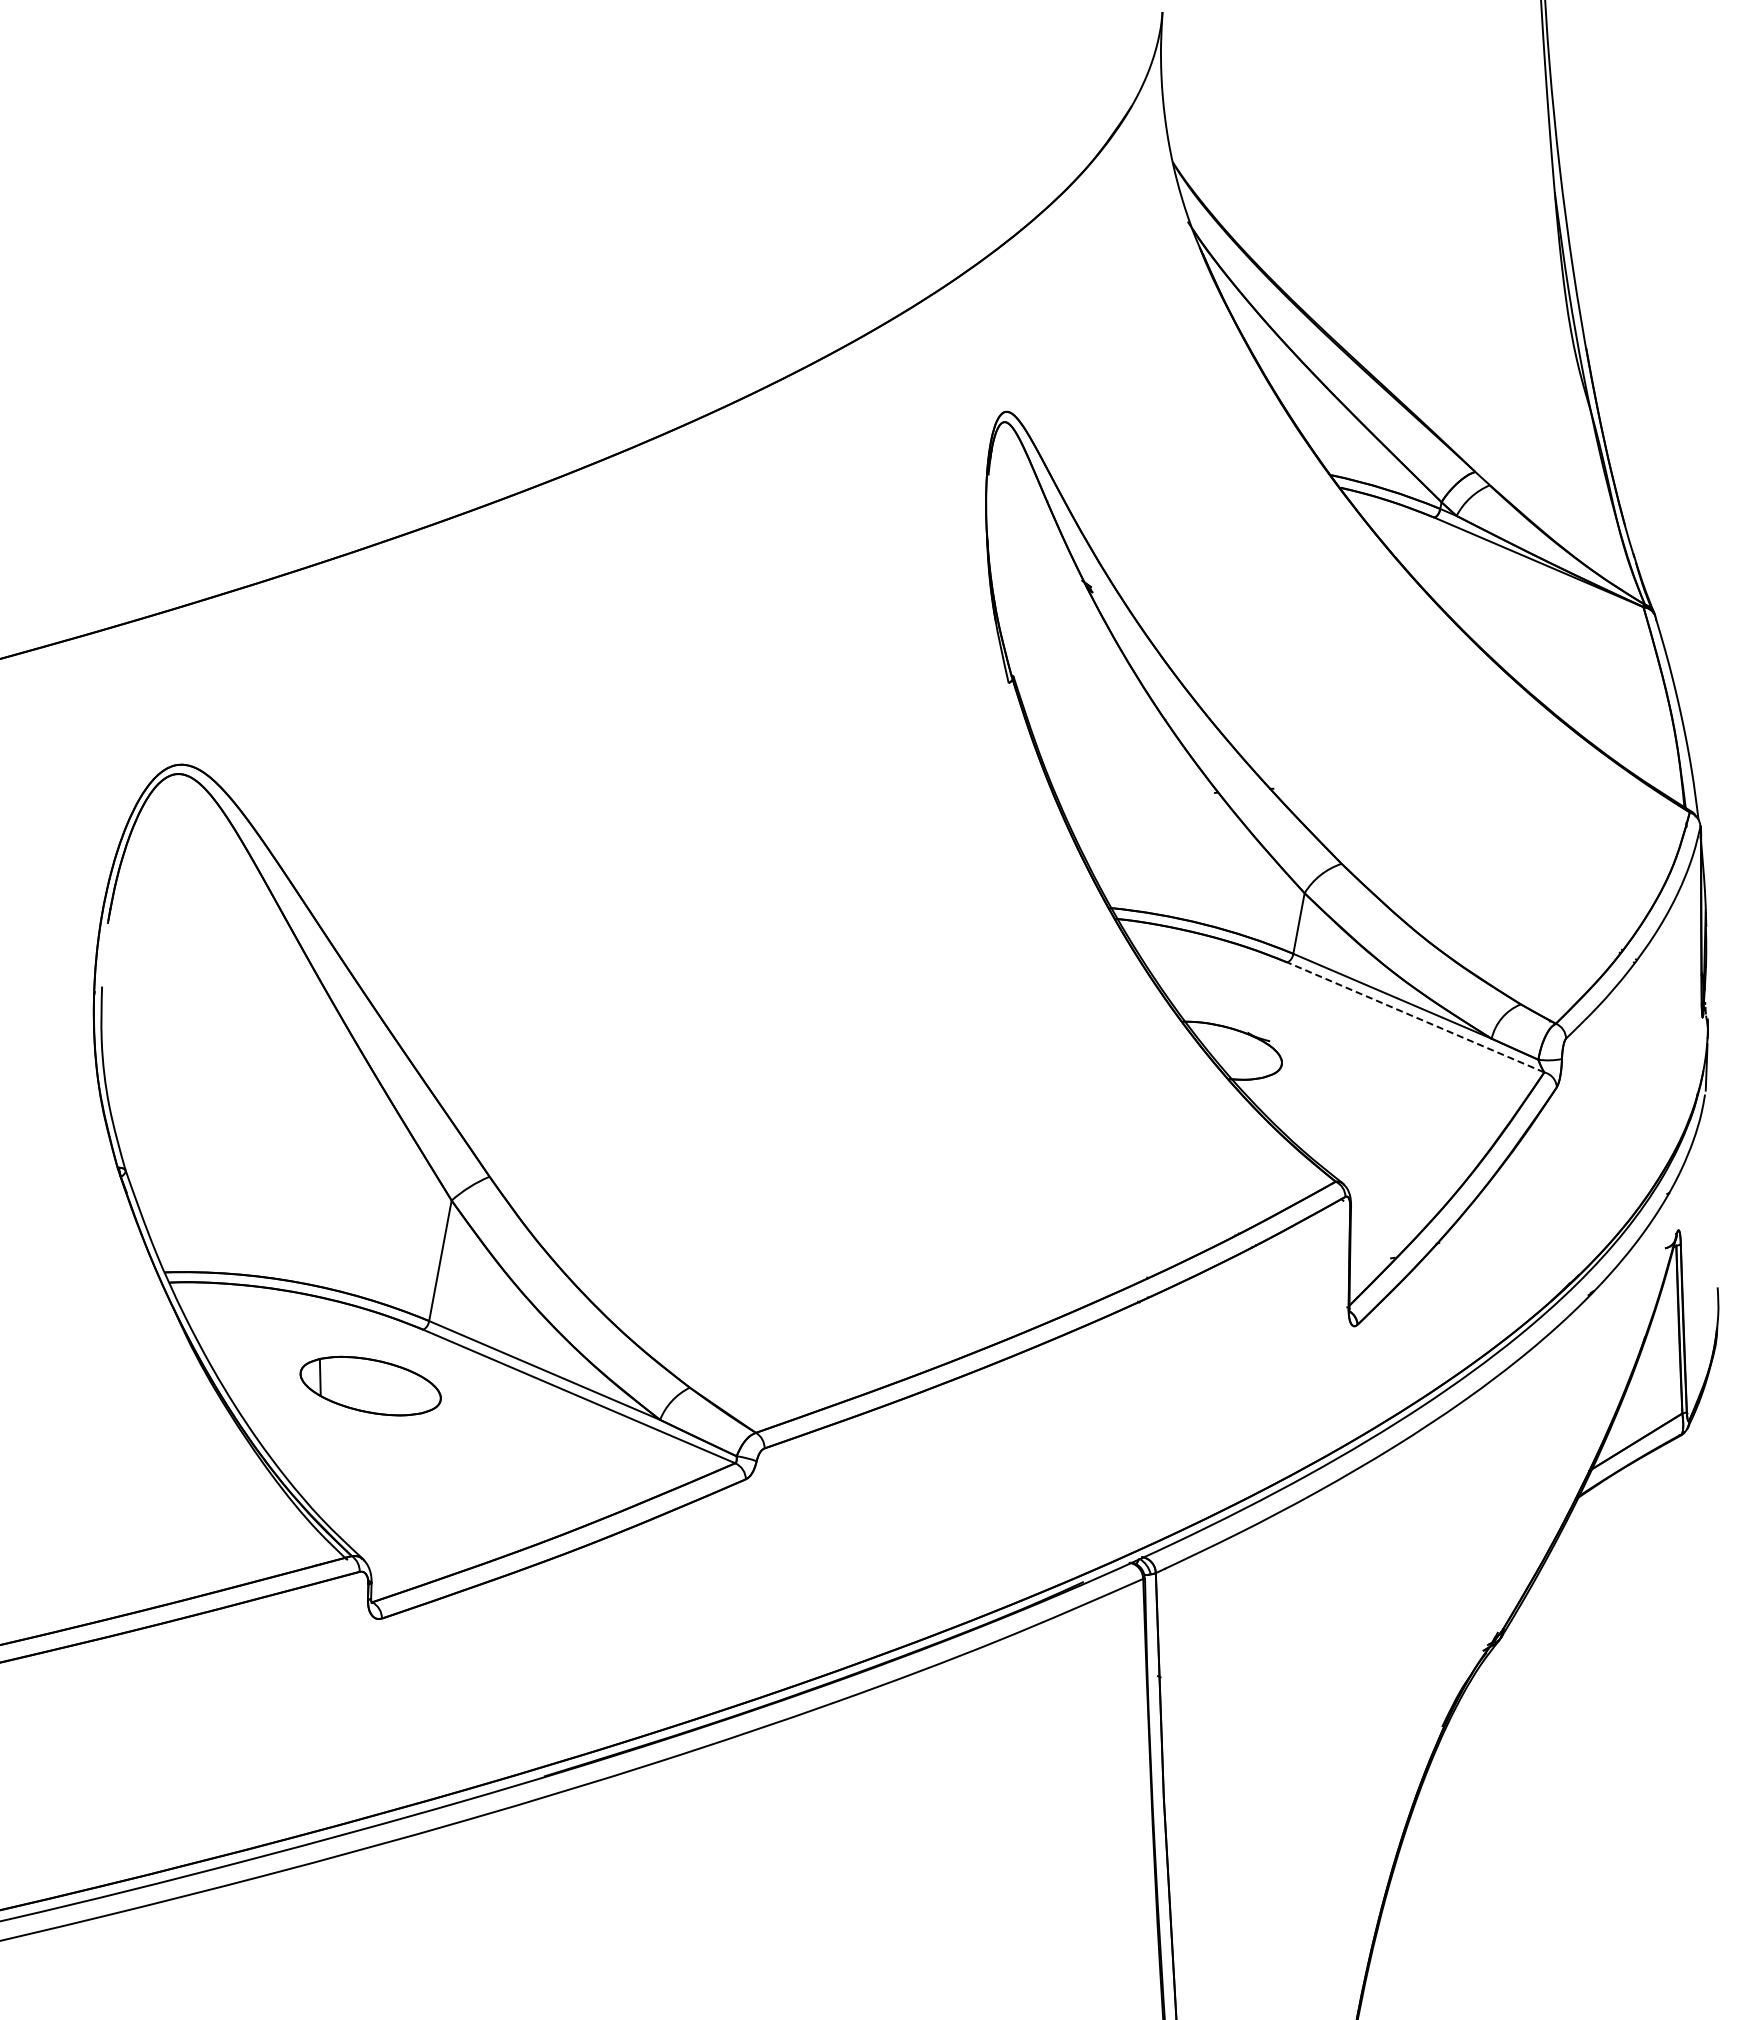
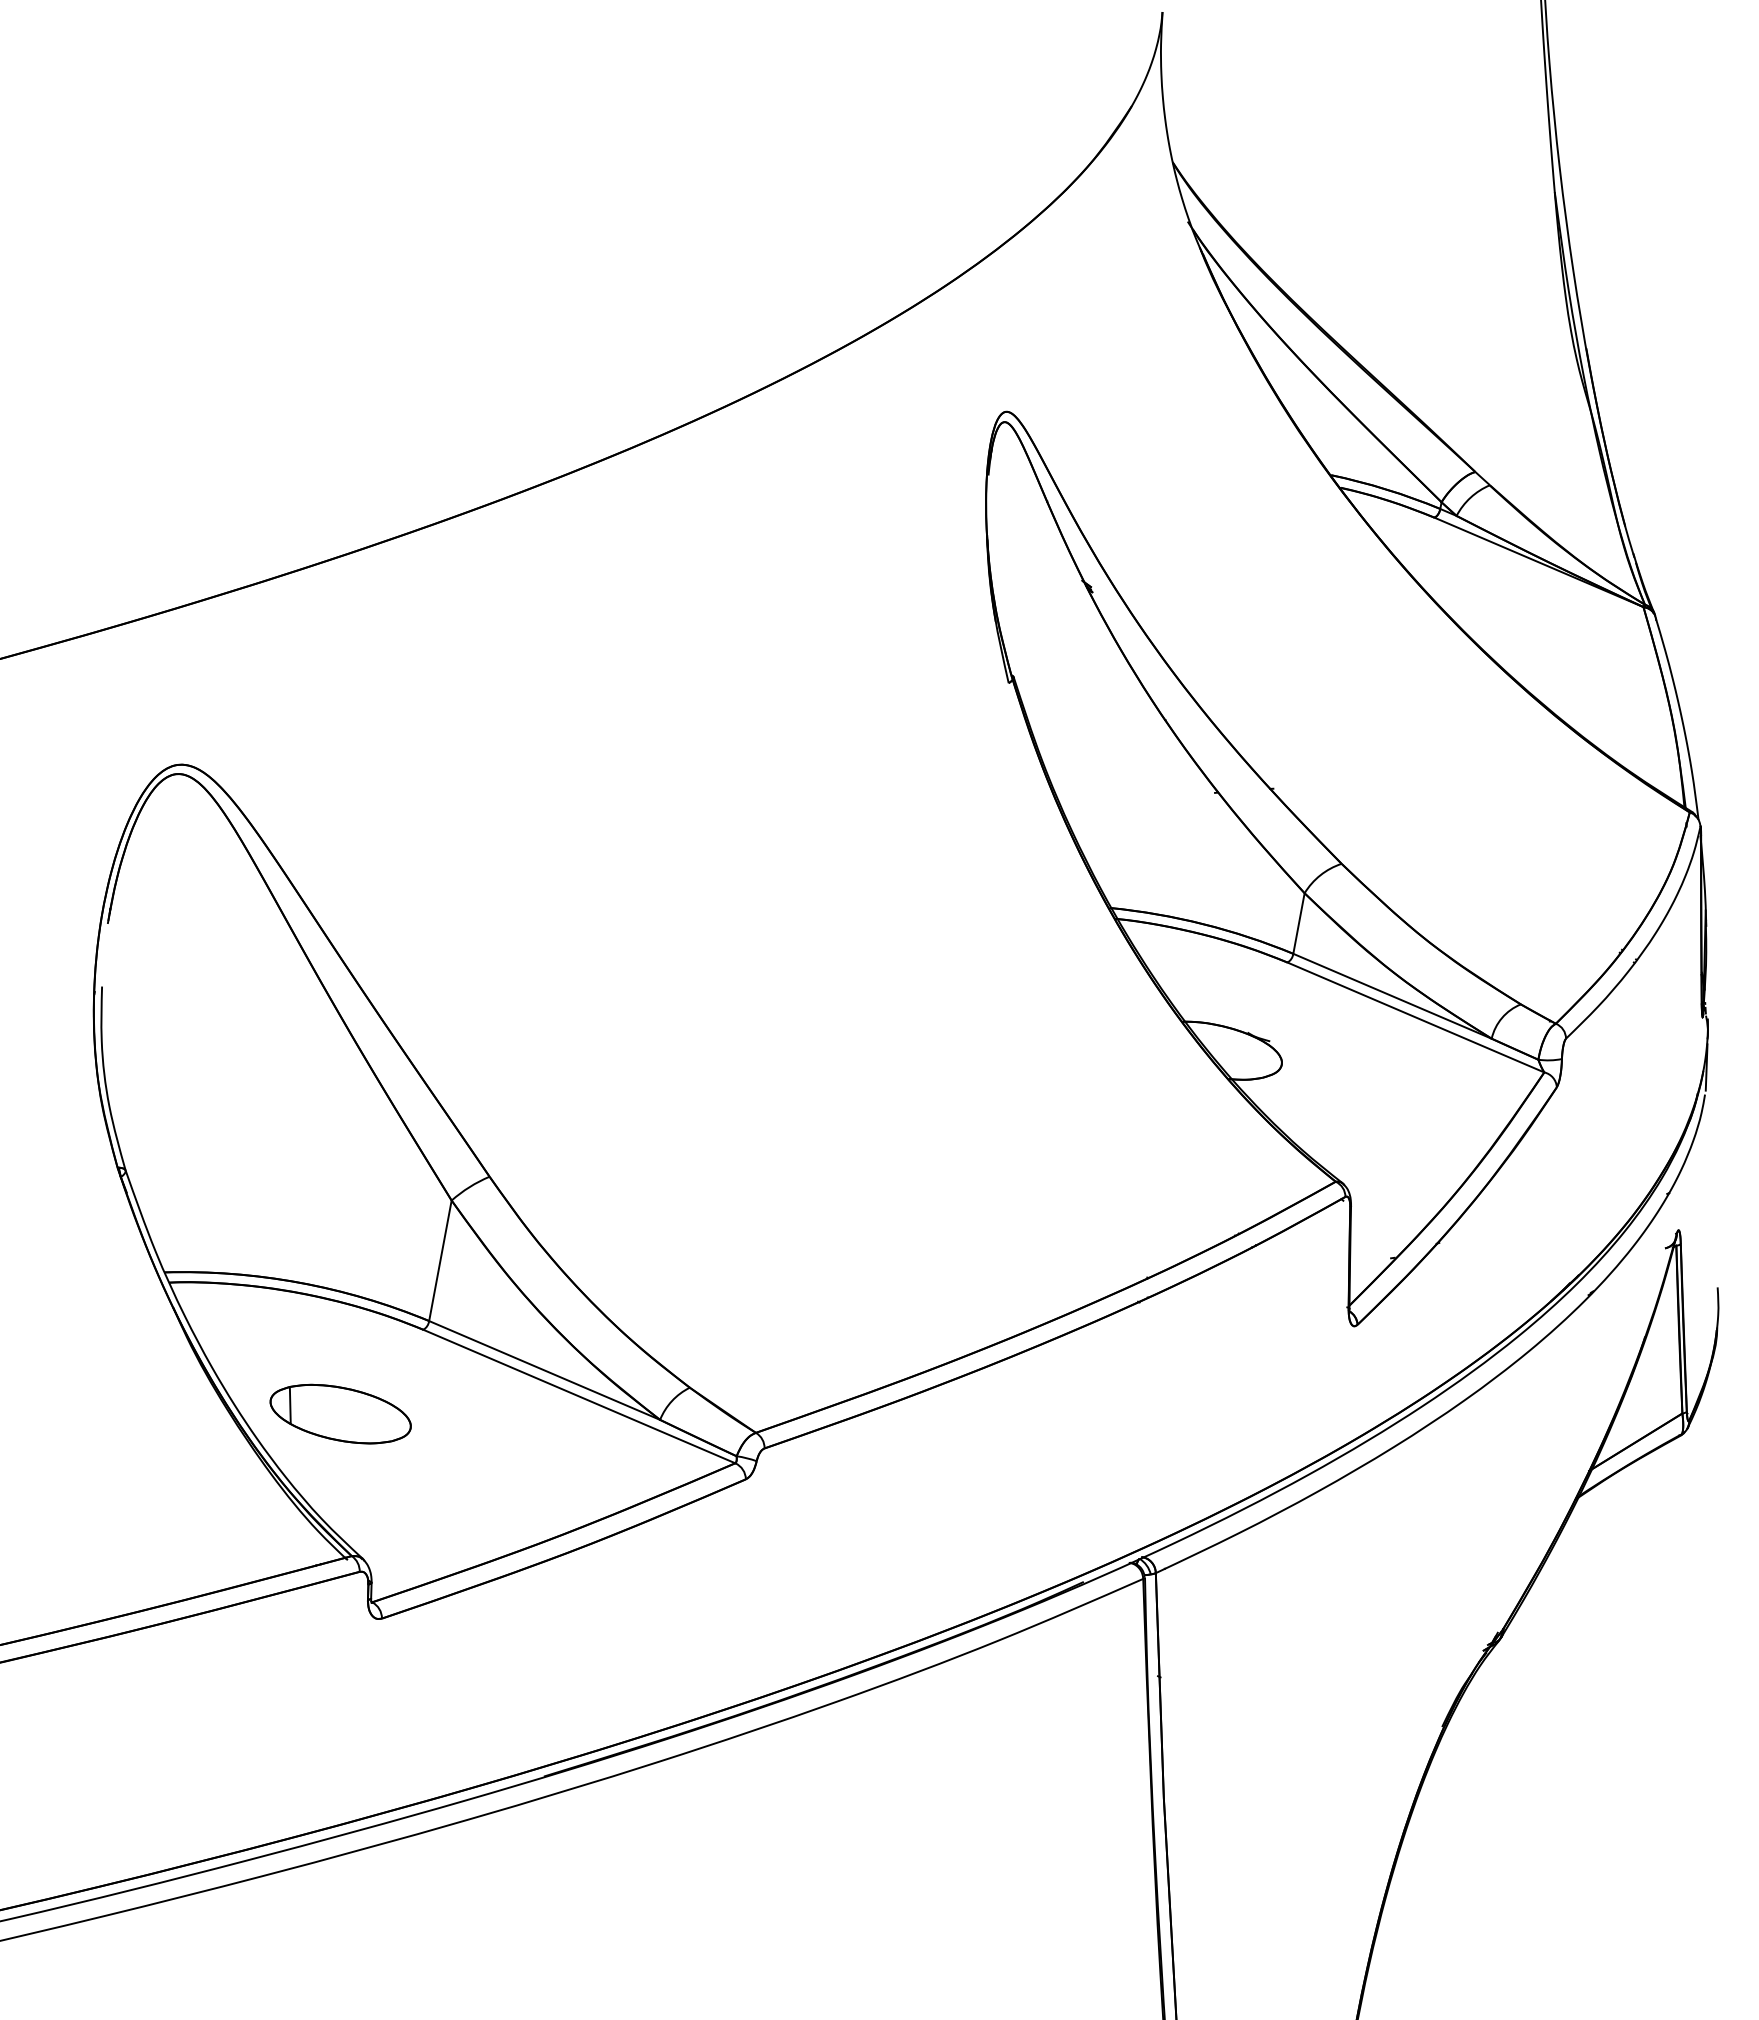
line at (1415, 1017): dashed -> solid
part at (370, 1385) position: (370, 1385) -> (340, 1413)
